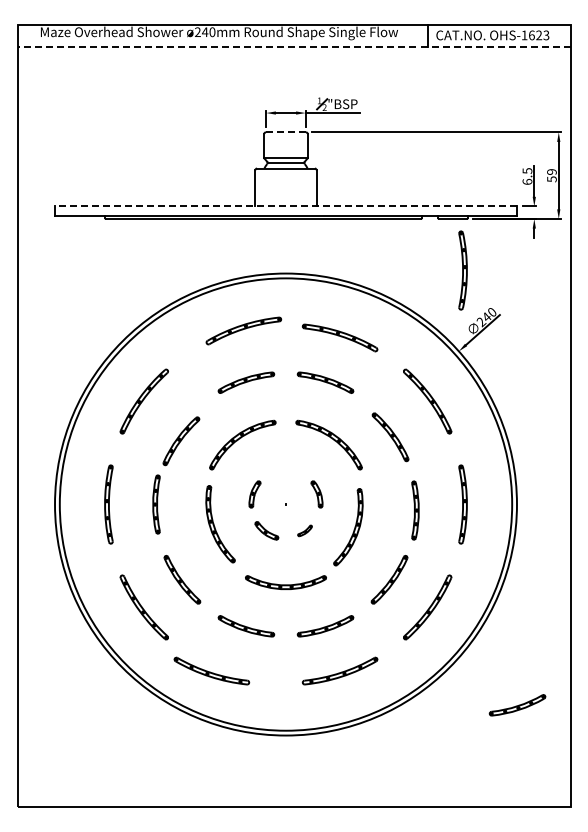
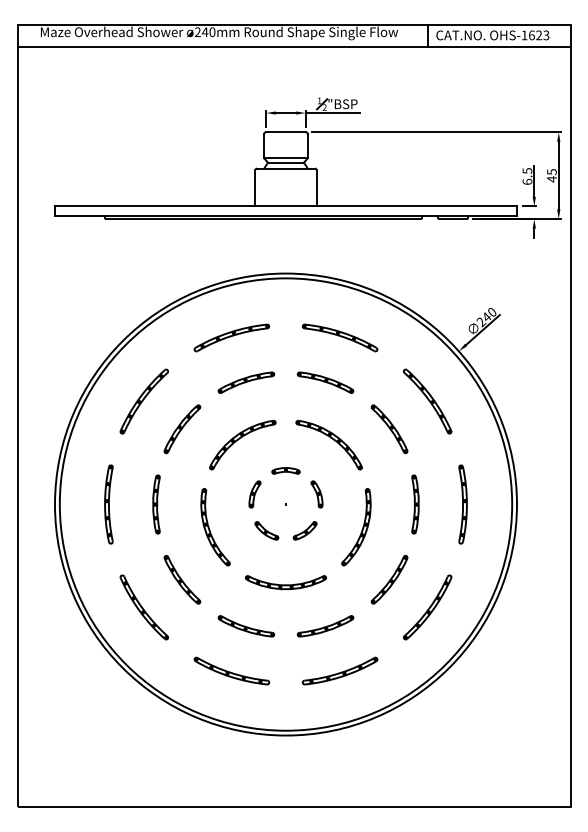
line at (293, 46): dashed -> solid
line at (285, 132): dashed -> solid
text at (551, 175): 59 -> 45
line at (286, 206): dashed -> solid
part at (462, 270): present -> none
part at (243, 330) position: (243, 330) -> (231, 337)
part at (390, 437) position: (390, 437) -> (389, 429)
part at (181, 441) position: (181, 441) -> (182, 429)
part at (285, 470): none -> present
part at (415, 510) position: (415, 510) -> (415, 504)
part at (220, 524) position: (220, 524) -> (215, 527)
part at (348, 527) position: (348, 527) -> (356, 527)
part at (304, 530) size: 16x14 px -> 26x20 px
part at (211, 670) position: (211, 670) -> (231, 670)
part at (517, 705): present -> none
